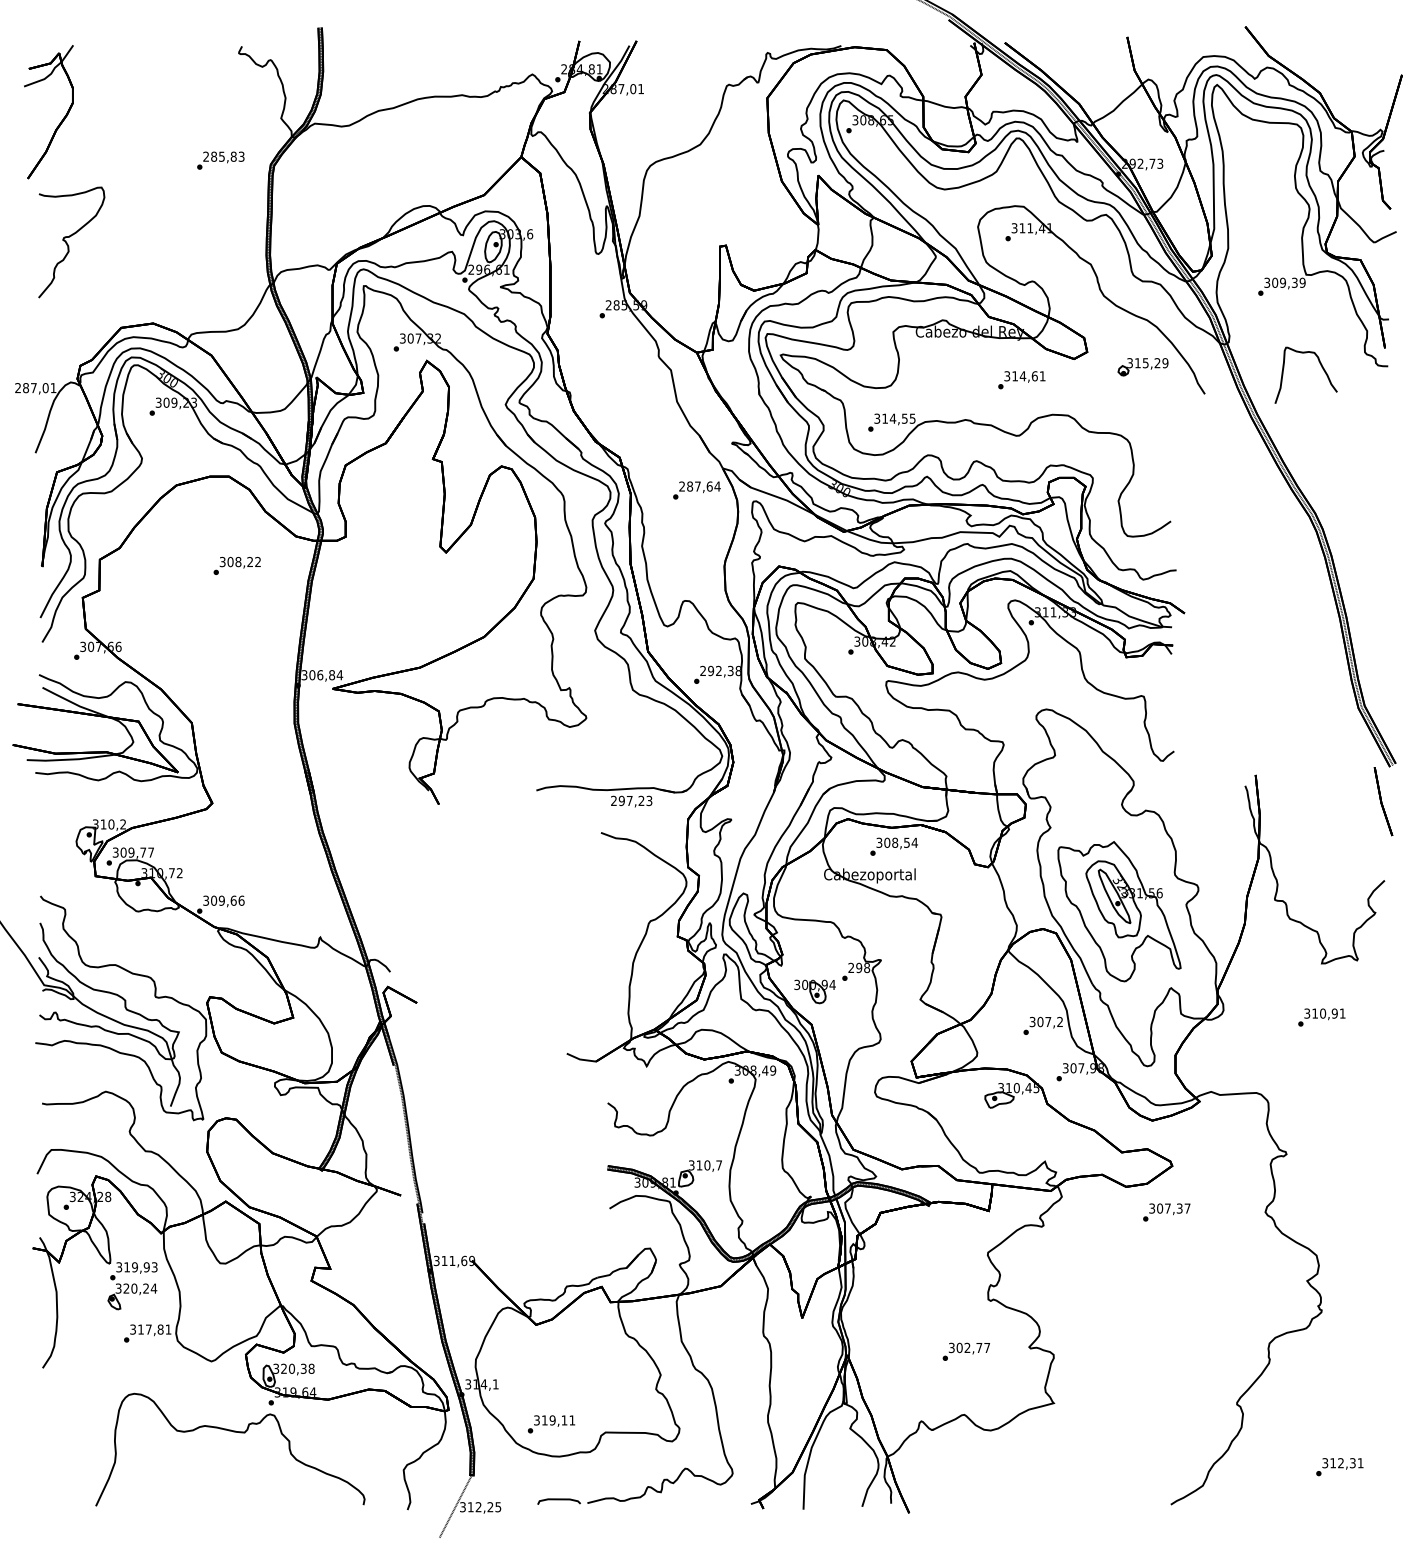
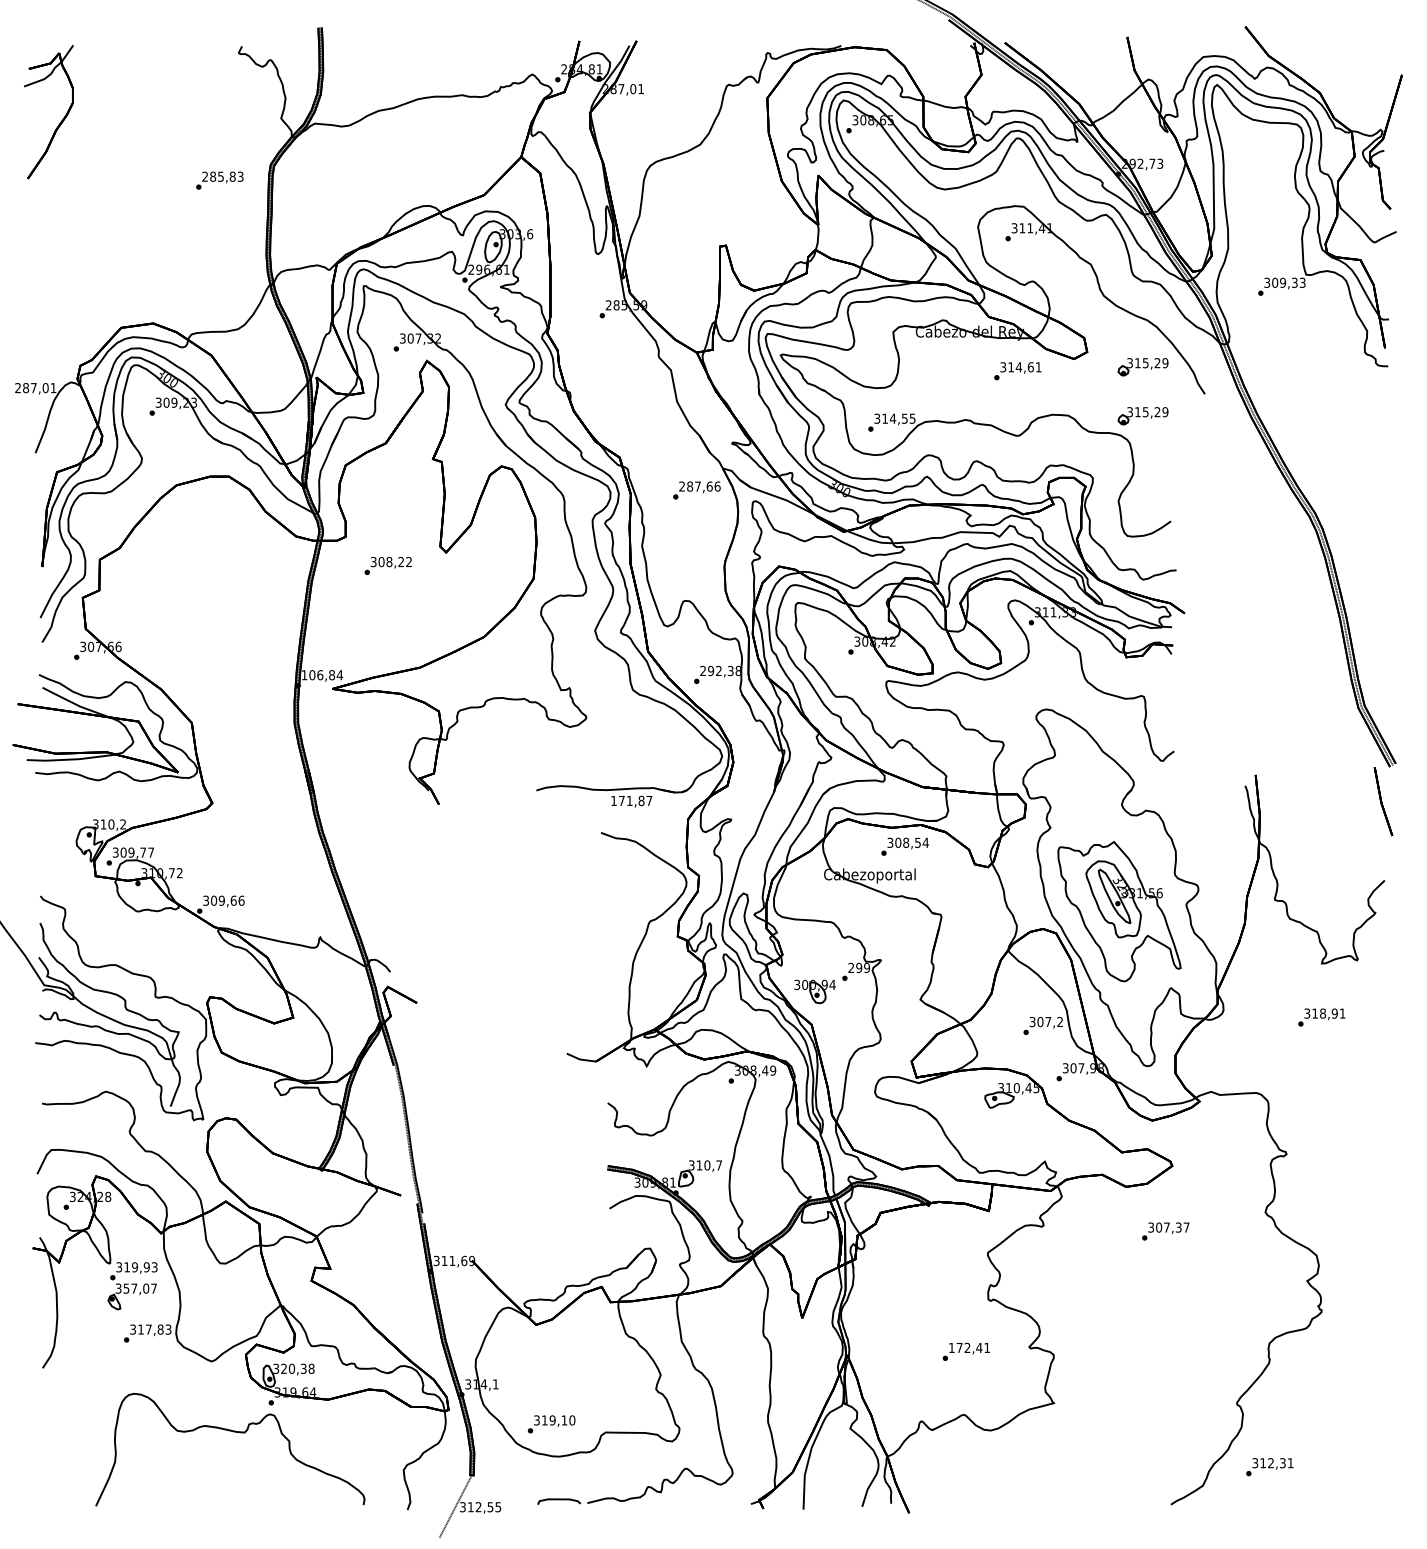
text at (220, 160) position: (220, 160) -> (219, 180)
curve at (68, 244): present -> none
text at (1302, 282): 309,39 -> 309,33
curve at (1321, 367): present -> none
text at (1021, 380) position: (1021, 380) -> (1017, 371)
part at (1142, 416): none -> present
text at (717, 486): 287,64 -> 287,66
text at (236, 565) position: (236, 565) -> (387, 565)
text at (304, 675): 306,84 -> 106,84
text at (631, 800): 297,23 -> 171,87
text at (893, 846) position: (893, 846) -> (904, 846)
text at (867, 967): 298 -> 299
text at (1323, 1013): 310,91 -> 318,91
text at (1166, 1212) position: (1166, 1212) -> (1165, 1231)
text at (140, 1288): 320,24 -> 357,07
text at (168, 1329): 317,81 -> 317,83
text at (969, 1347): 302,77 -> 172,41
text at (572, 1420): 319,11 -> 319,10
text at (1339, 1467) position: (1339, 1467) -> (1269, 1467)
text at (490, 1507): 312,25 -> 312,55
